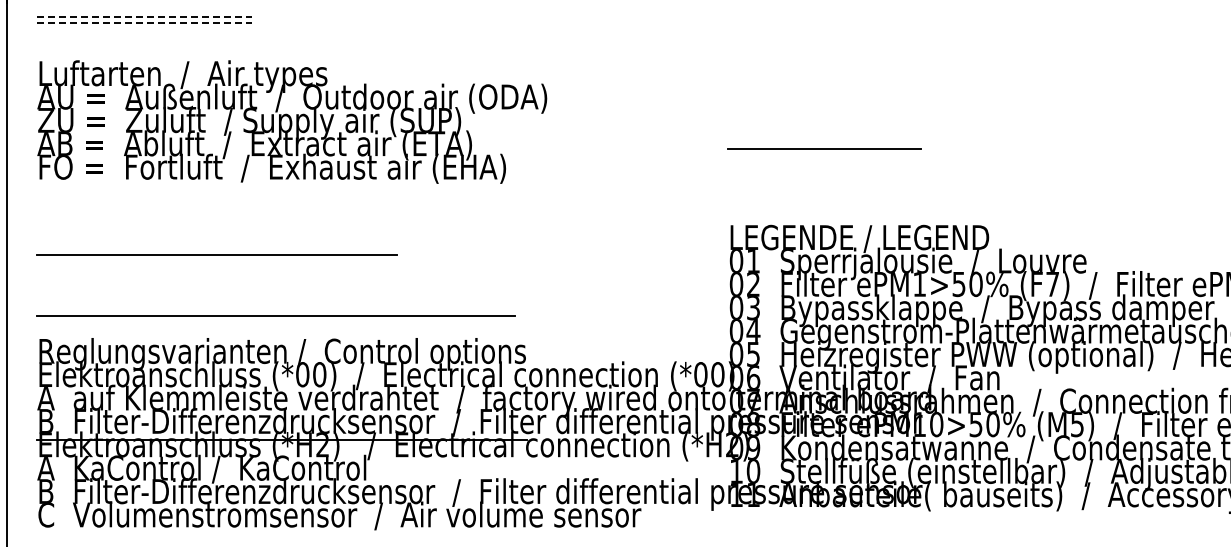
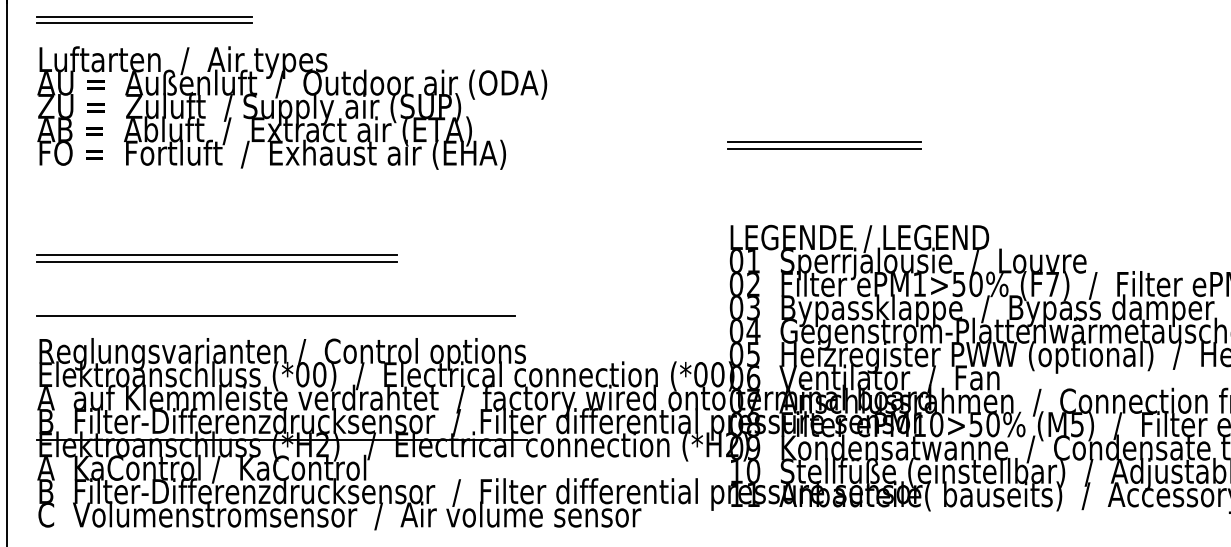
line at (144, 16): dashed -> solid
line at (144, 23): dashed -> solid
text at (292, 121) position: (292, 121) -> (292, 107)
line at (824, 141): none -> present
line at (216, 261): none -> present
